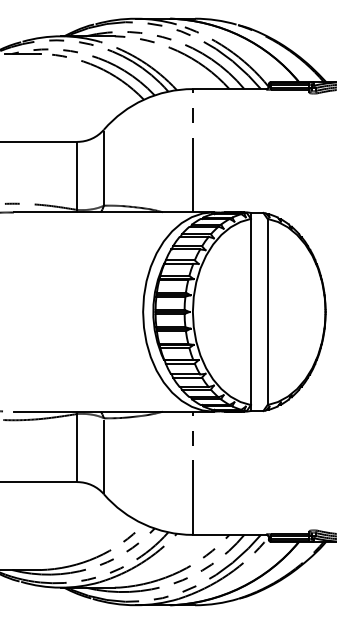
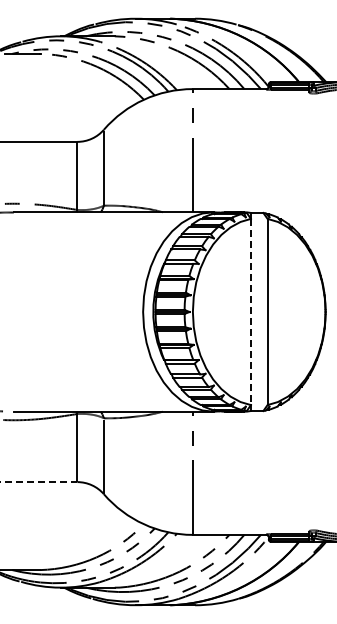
line at (250, 312): solid -> dashed
line at (39, 482): solid -> dashed
